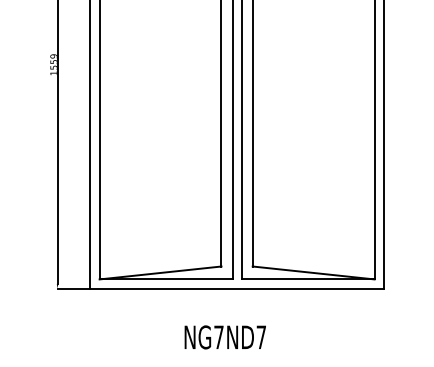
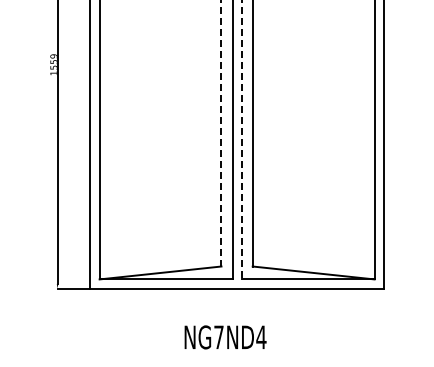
line at (221, 133): solid -> dashed
line at (241, 140): solid -> dashed
text at (261, 336): NG7ND7 -> NG7ND4
